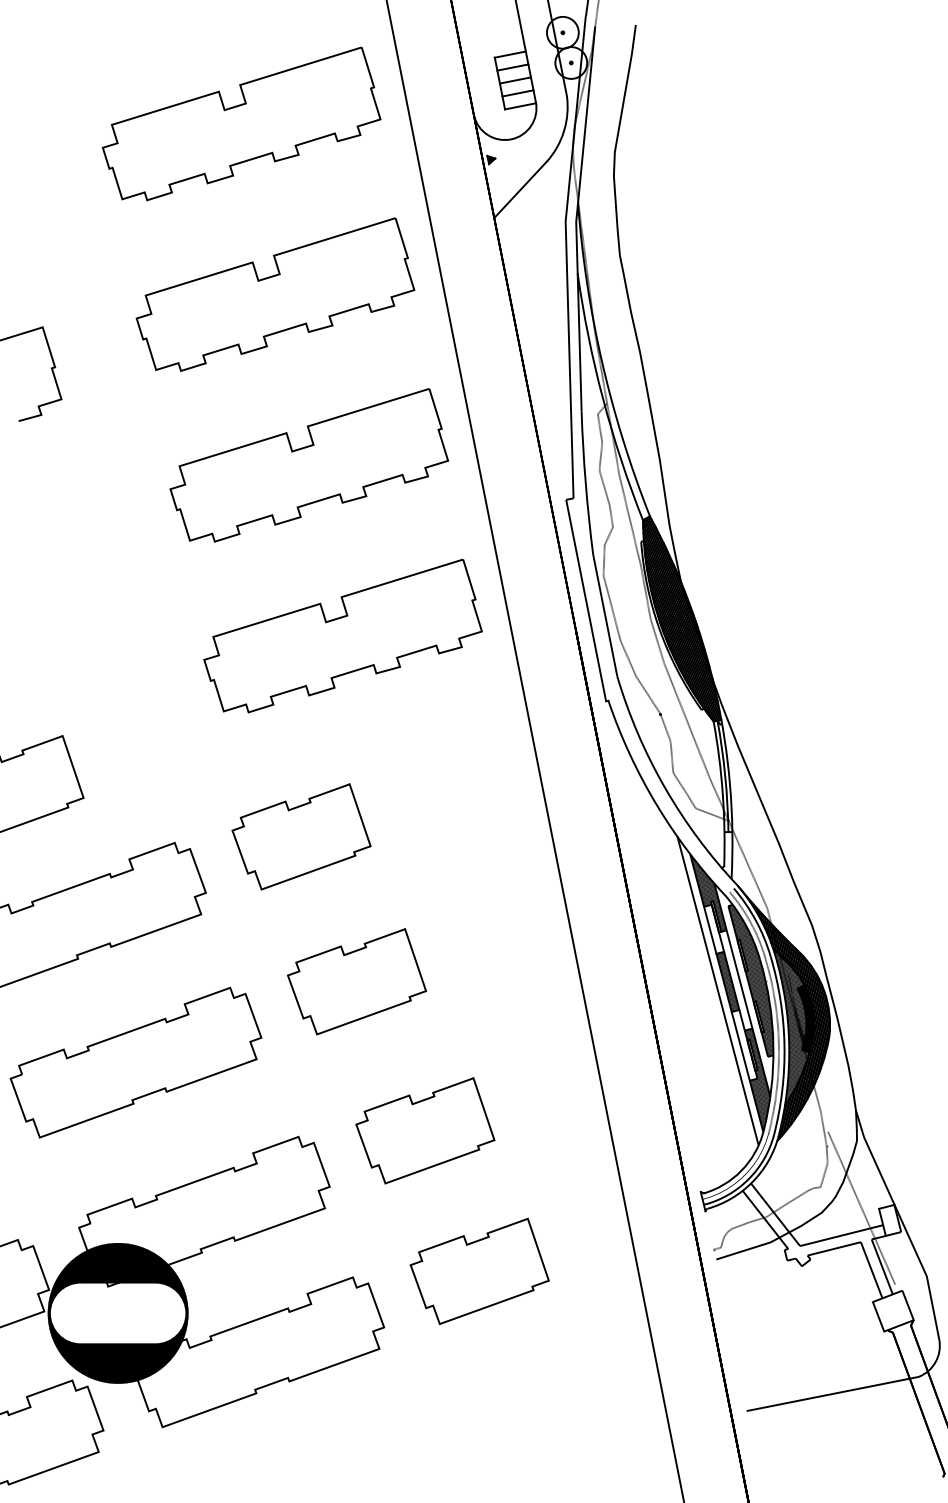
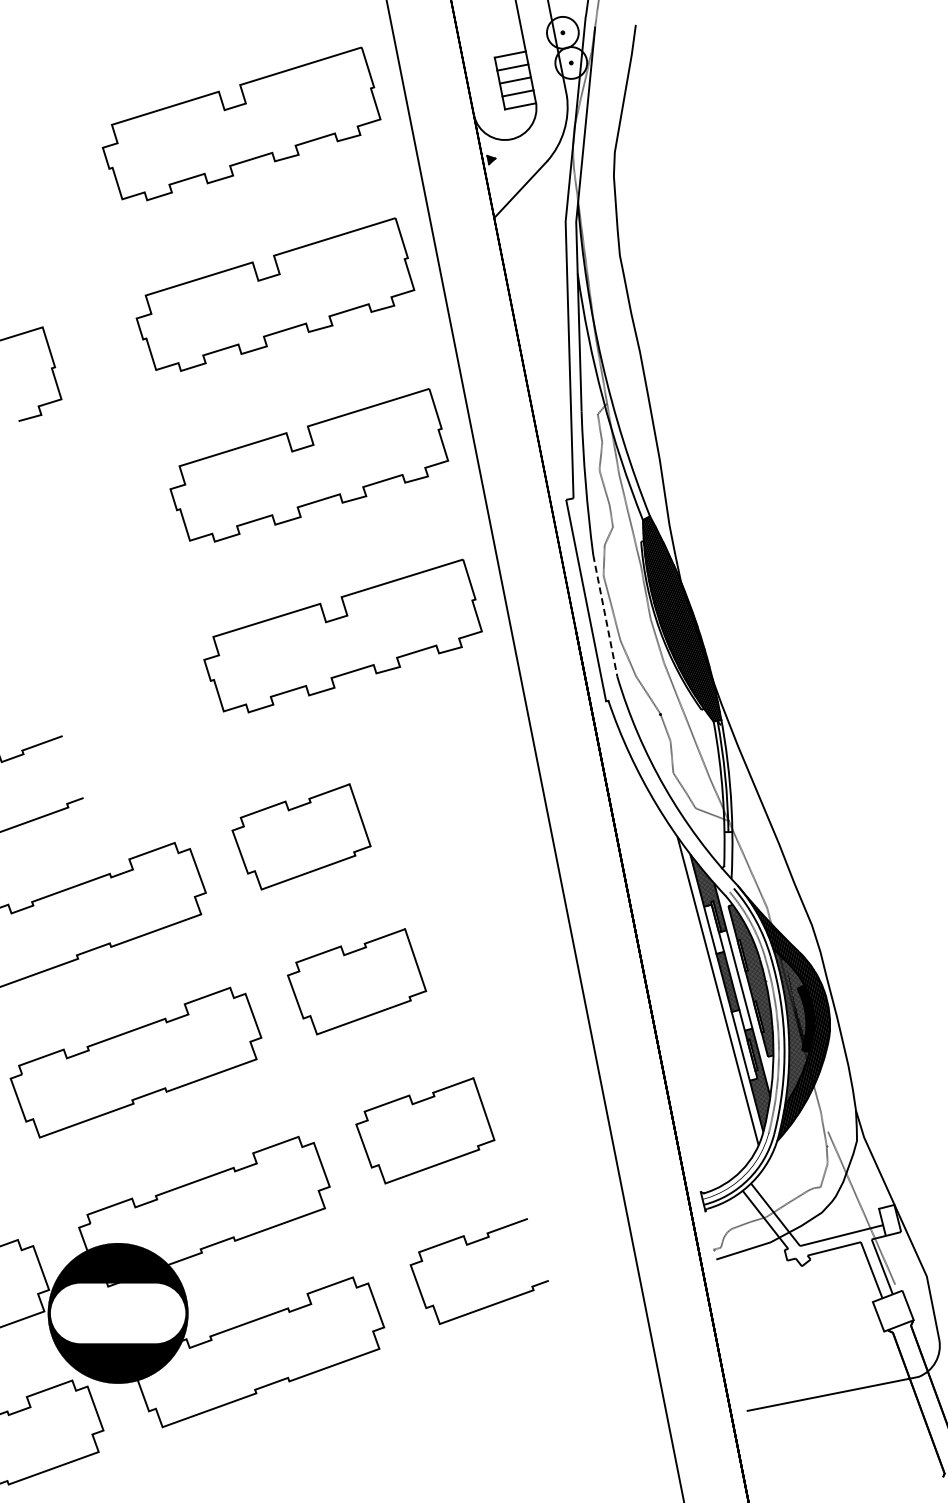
line at (605, 615): solid -> dashed
line at (72, 766): present -> none
line at (537, 1249): present -> none
